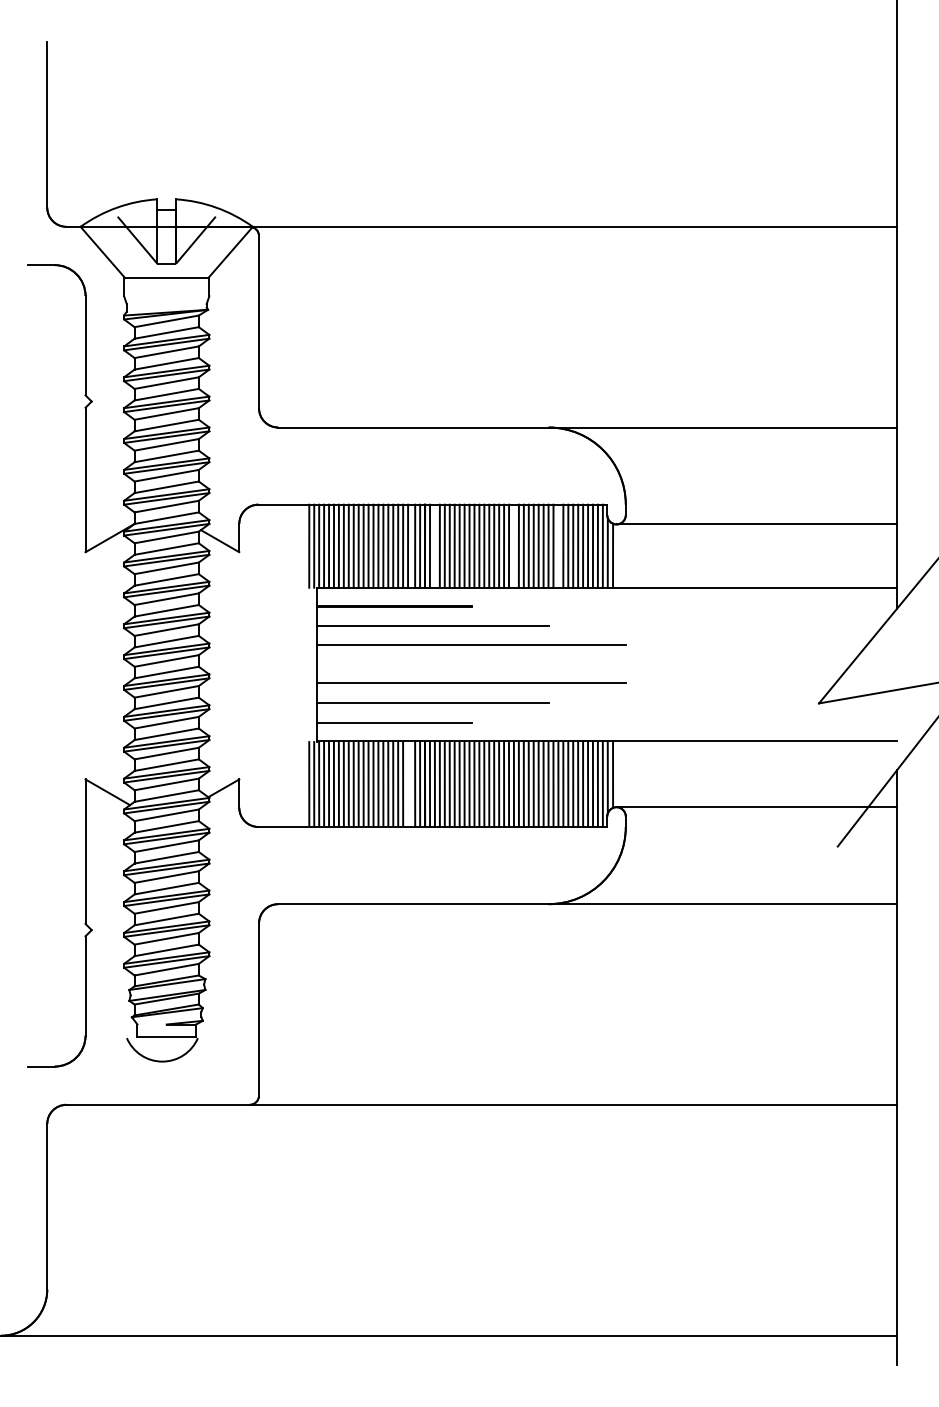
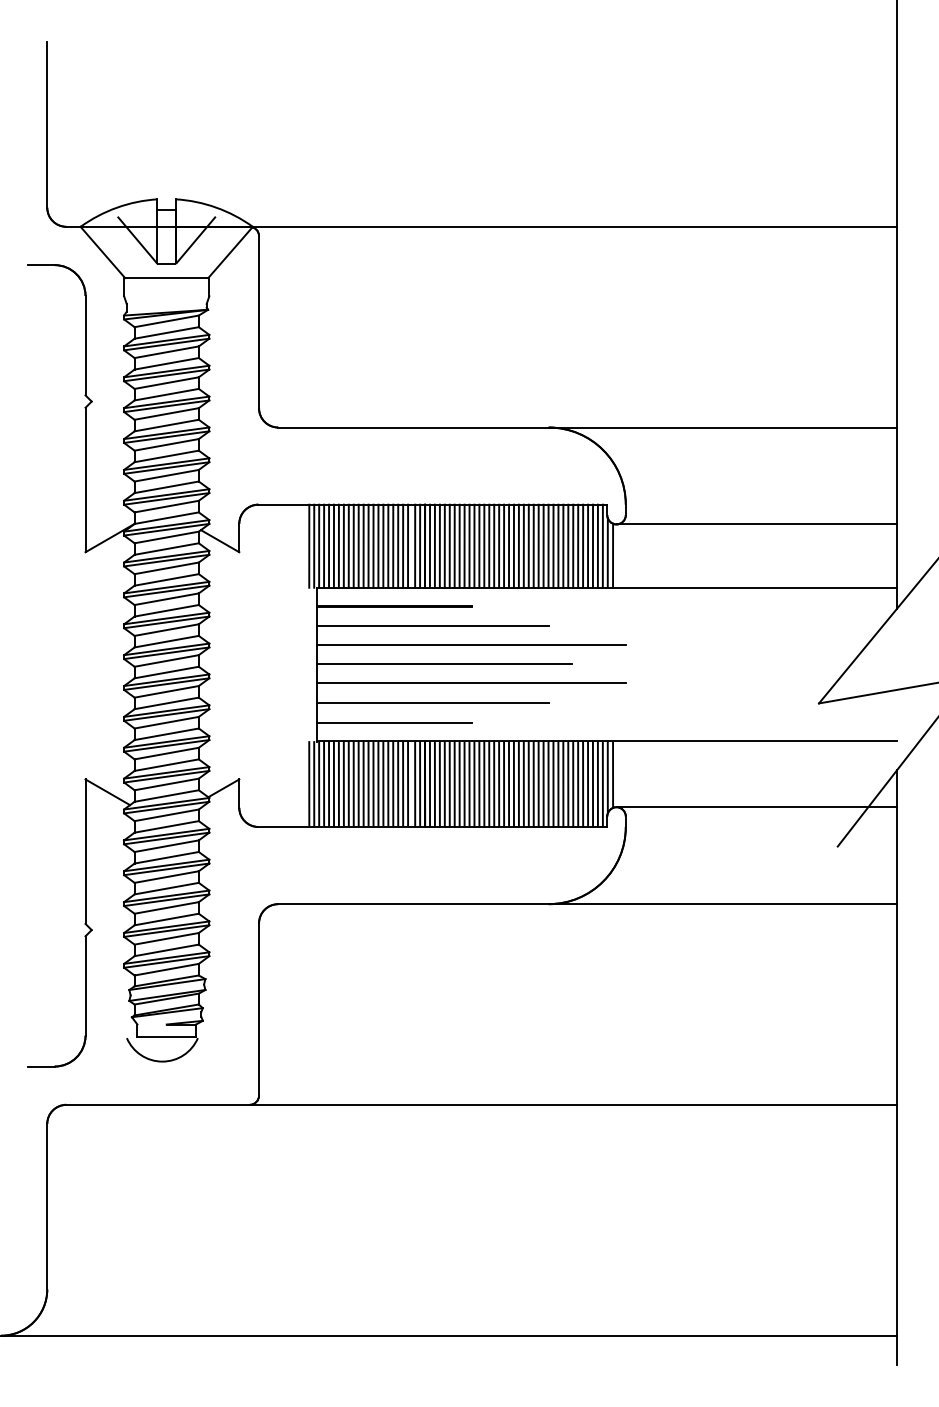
line at (434, 545): none -> present
line at (513, 545): none -> present
line at (558, 545): none -> present
line at (443, 664): none -> present
line at (408, 783): none -> present
